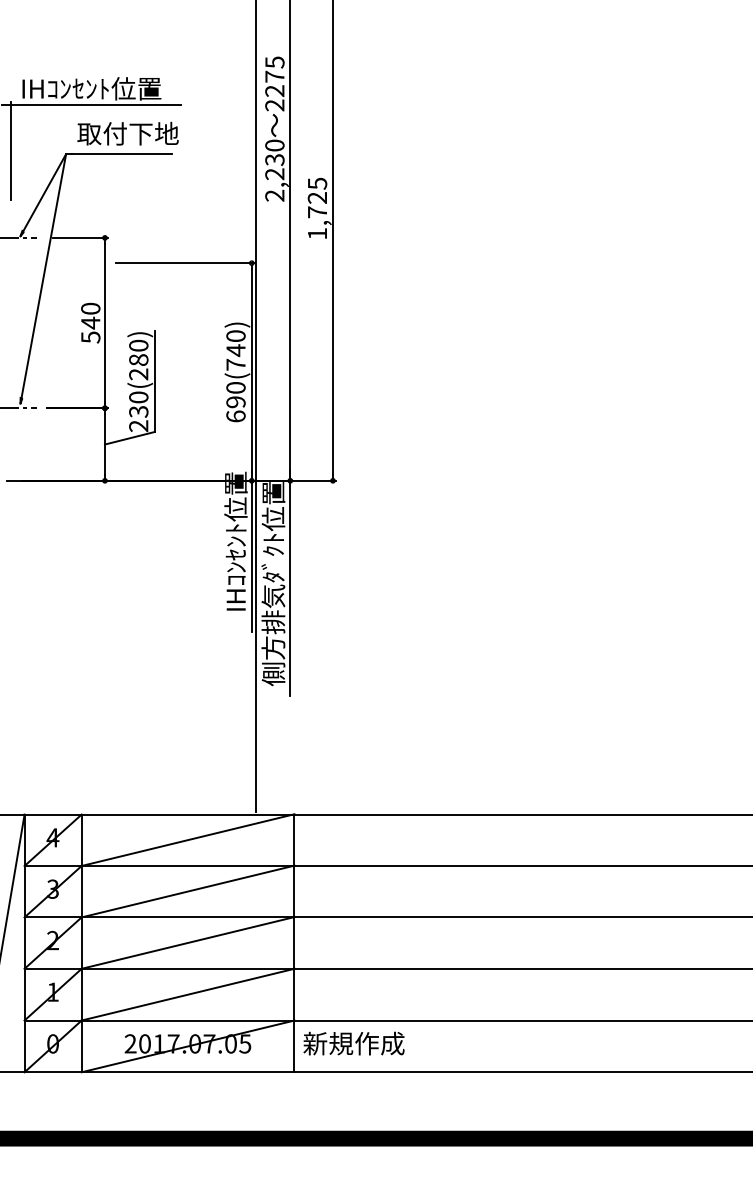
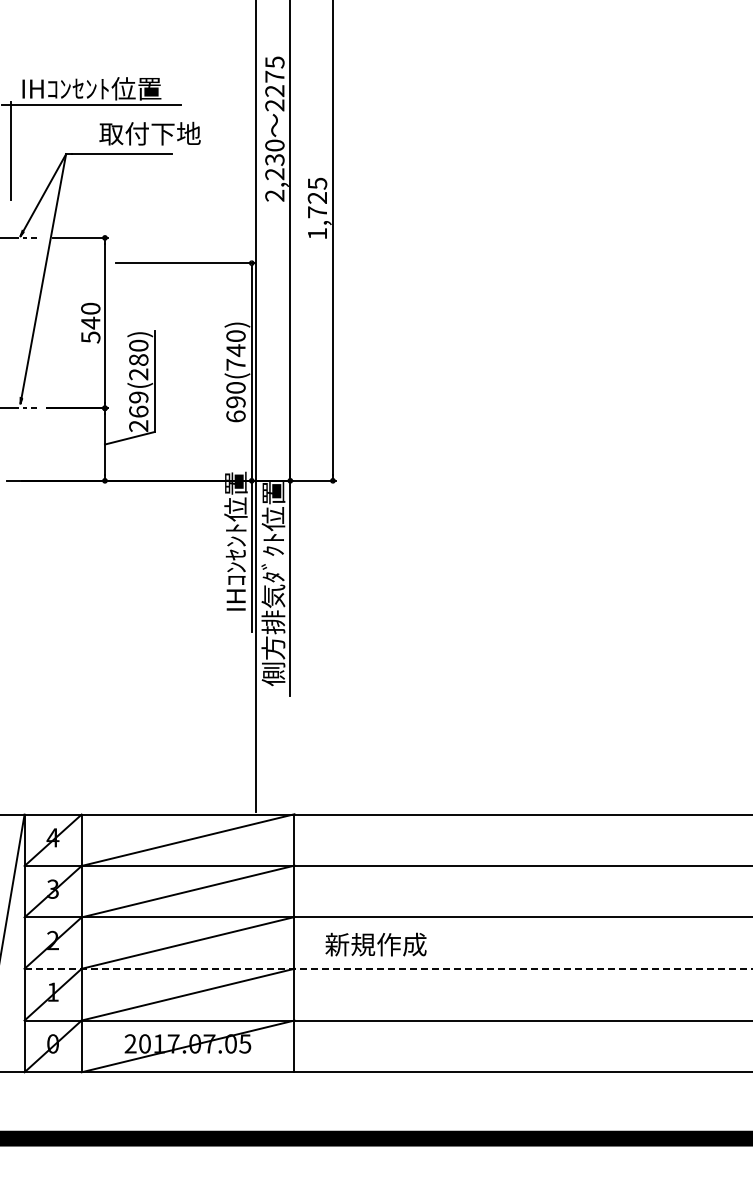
text at (127, 133) position: (127, 133) -> (149, 133)
text at (138, 404): 230(280) -> 269(280)
line at (388, 968): solid -> dashed
text at (353, 1043) position: (353, 1043) -> (375, 944)
